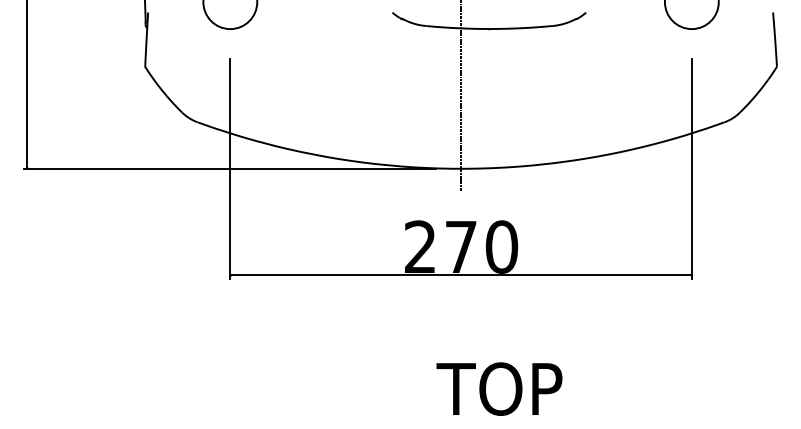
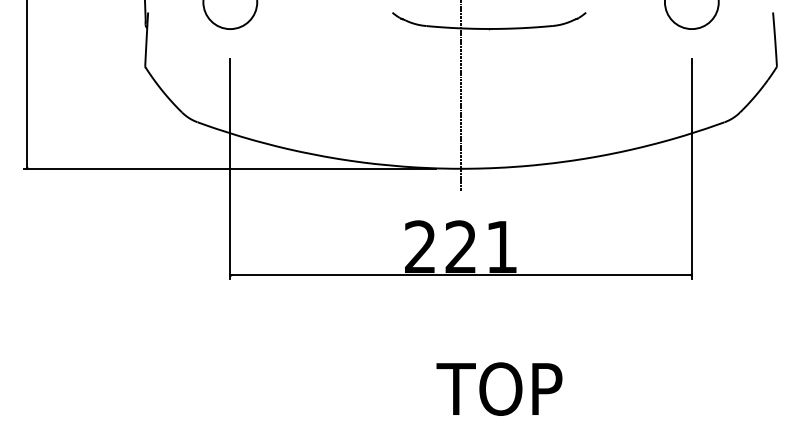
text at (481, 246): 270 -> 221
